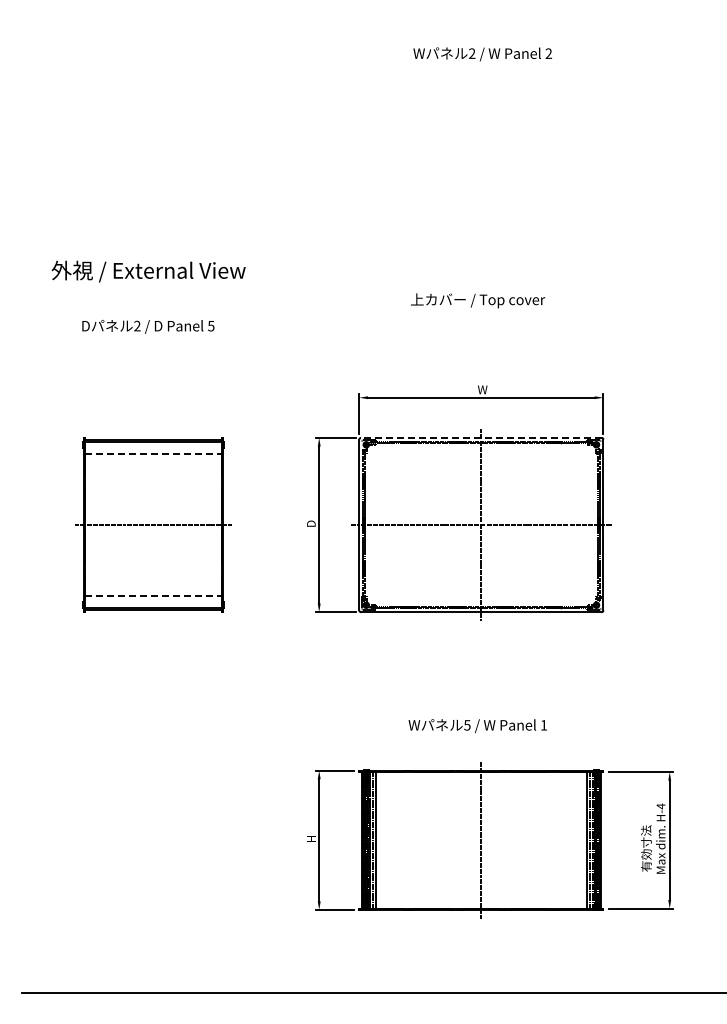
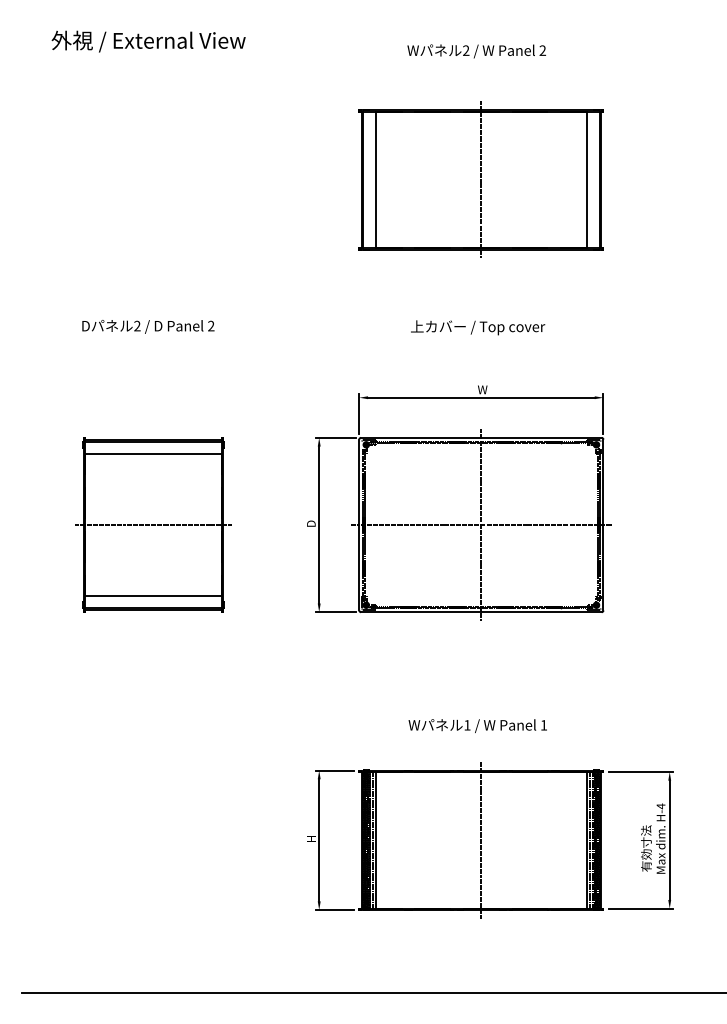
text at (482, 54) position: (482, 54) -> (476, 51)
part at (480, 179): none -> present
text at (148, 271) position: (148, 271) -> (148, 41)
text at (478, 300) position: (478, 300) -> (478, 327)
text at (211, 325): 5 -> 2
line at (480, 437): dashed -> solid
line at (154, 454): dashed -> solid
line at (154, 595): dashed -> solid
text at (467, 725): 5 -> 1
